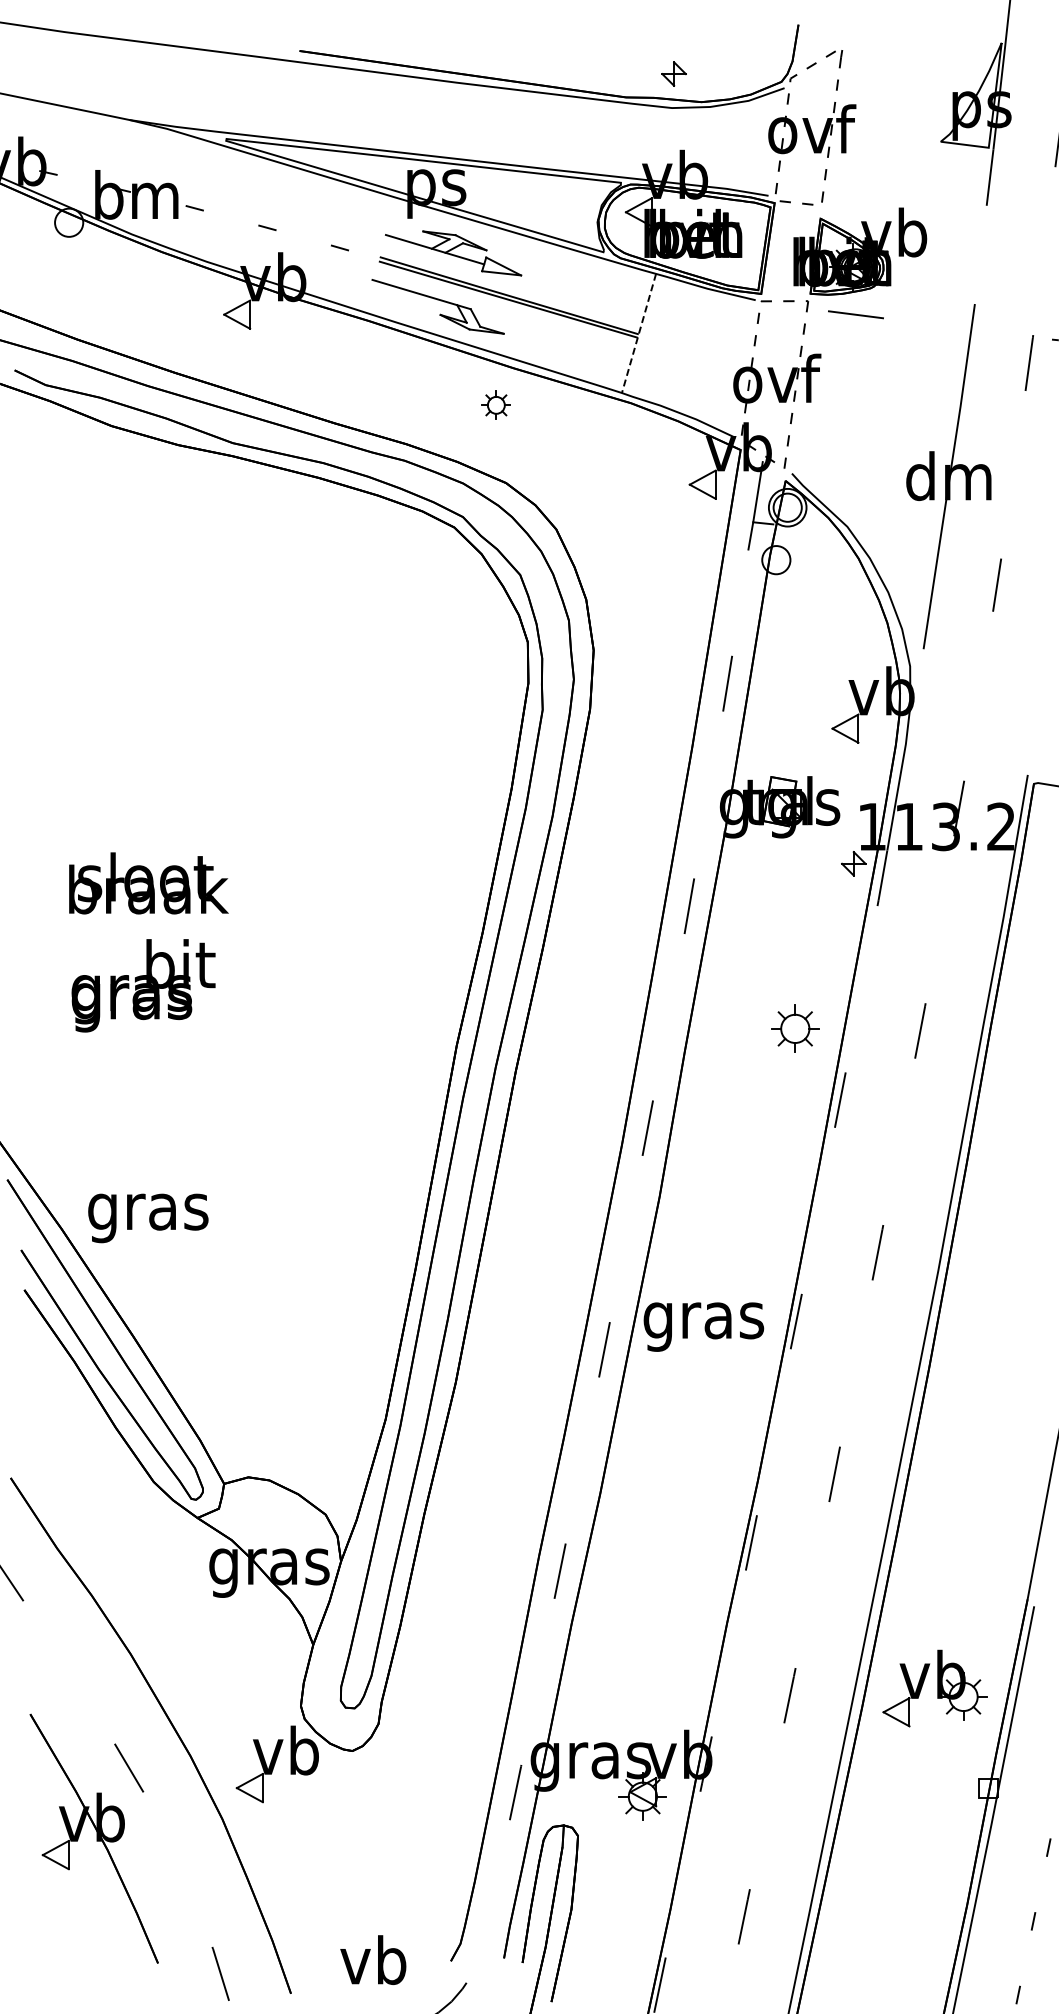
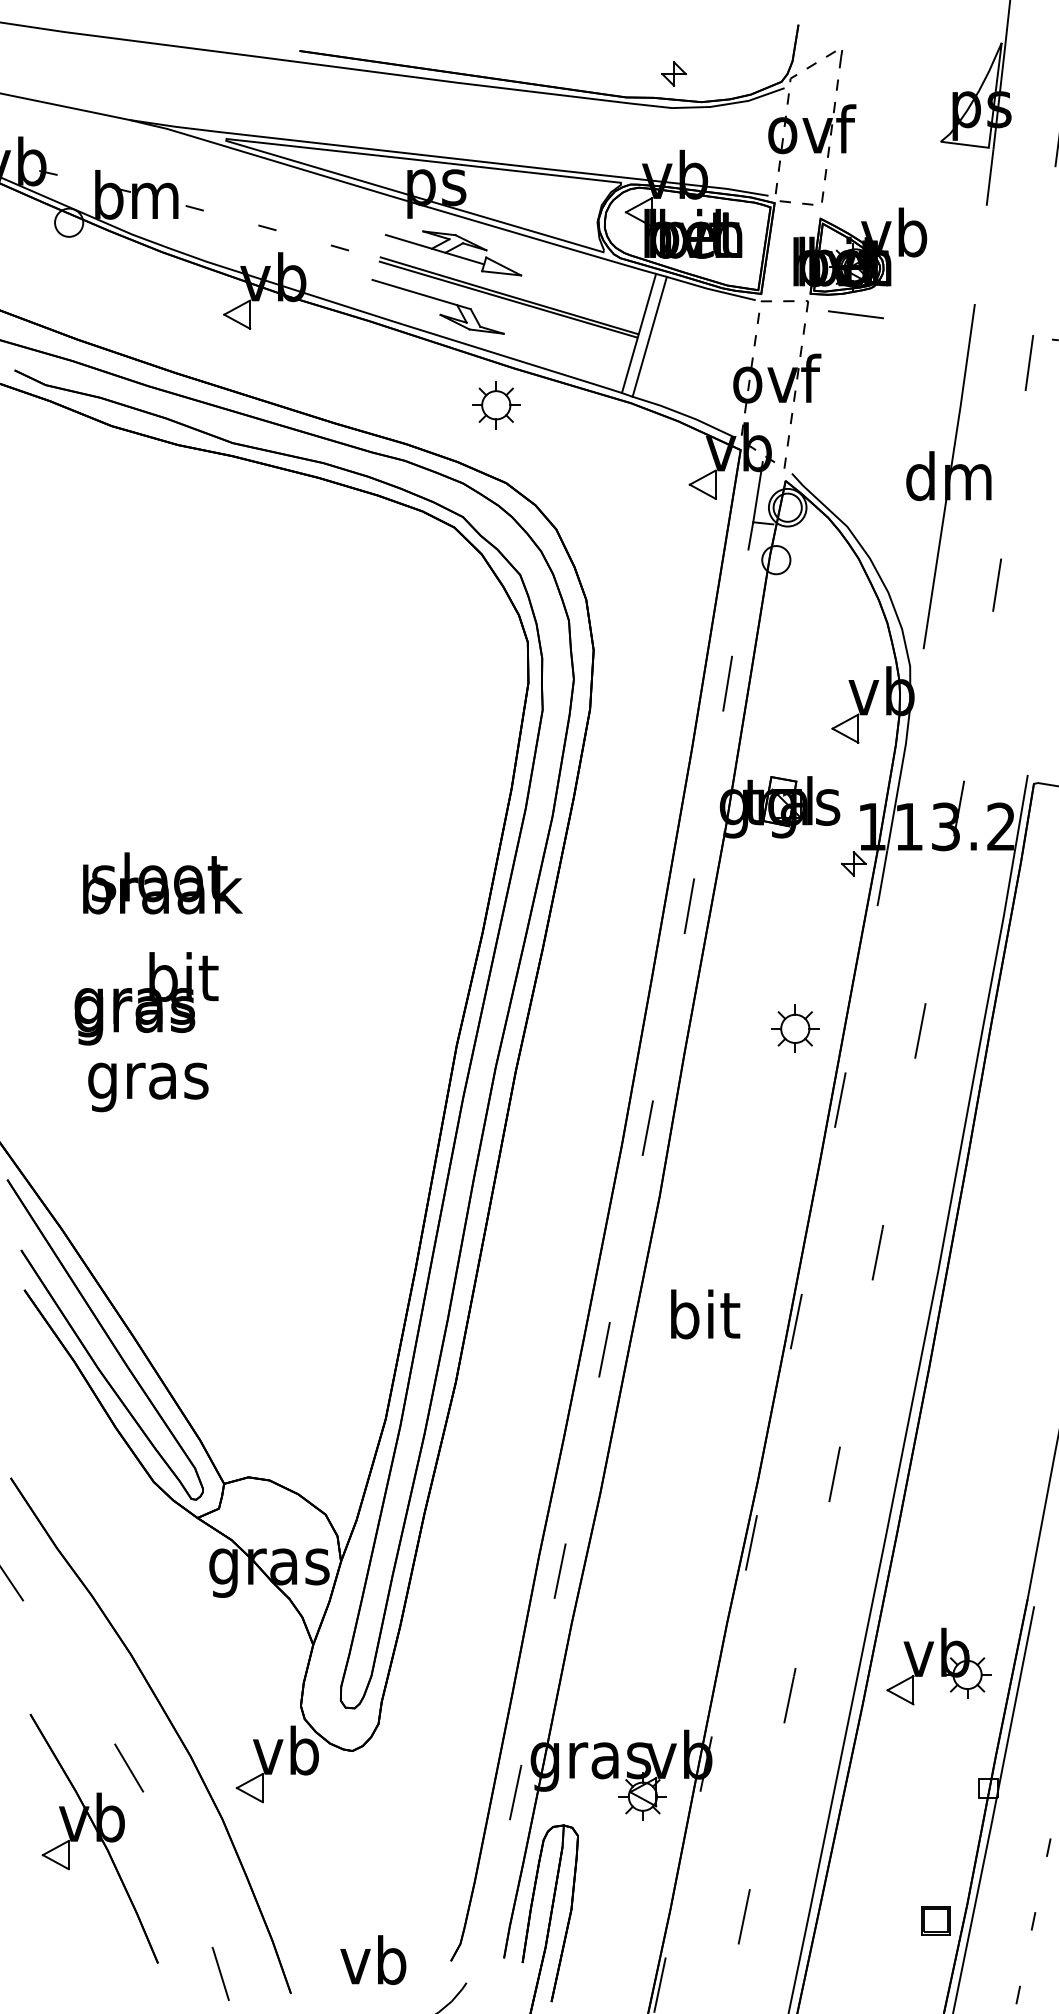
line at (639, 333): dashed -> solid
line at (649, 336): none -> present
part at (495, 404) size: 30x30 px -> 49x49 px
text at (148, 883) position: (148, 883) -> (162, 883)
text at (143, 985) position: (143, 985) -> (146, 998)
text at (148, 1218) position: (148, 1218) -> (148, 1087)
text at (703, 1320): gras -> bit
part at (934, 1688) position: (934, 1688) -> (938, 1666)
part at (935, 1920): none -> present
